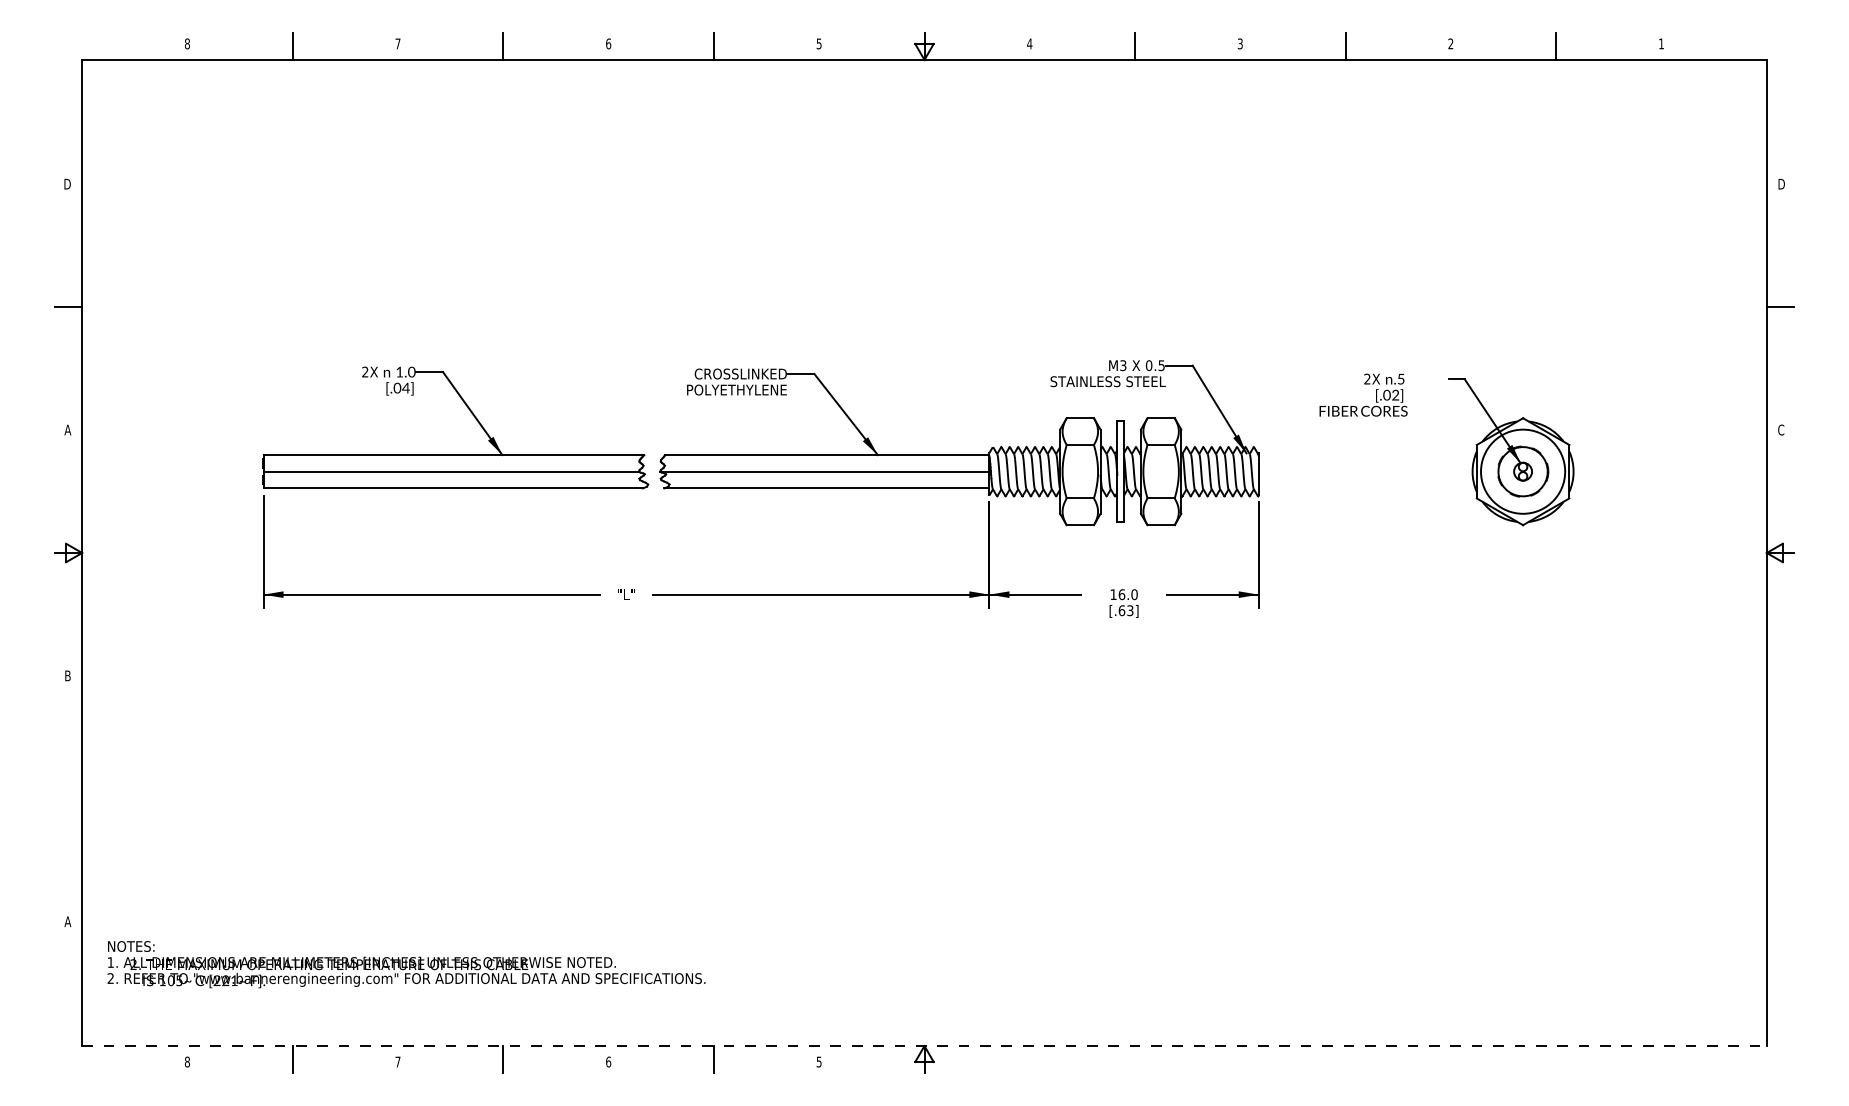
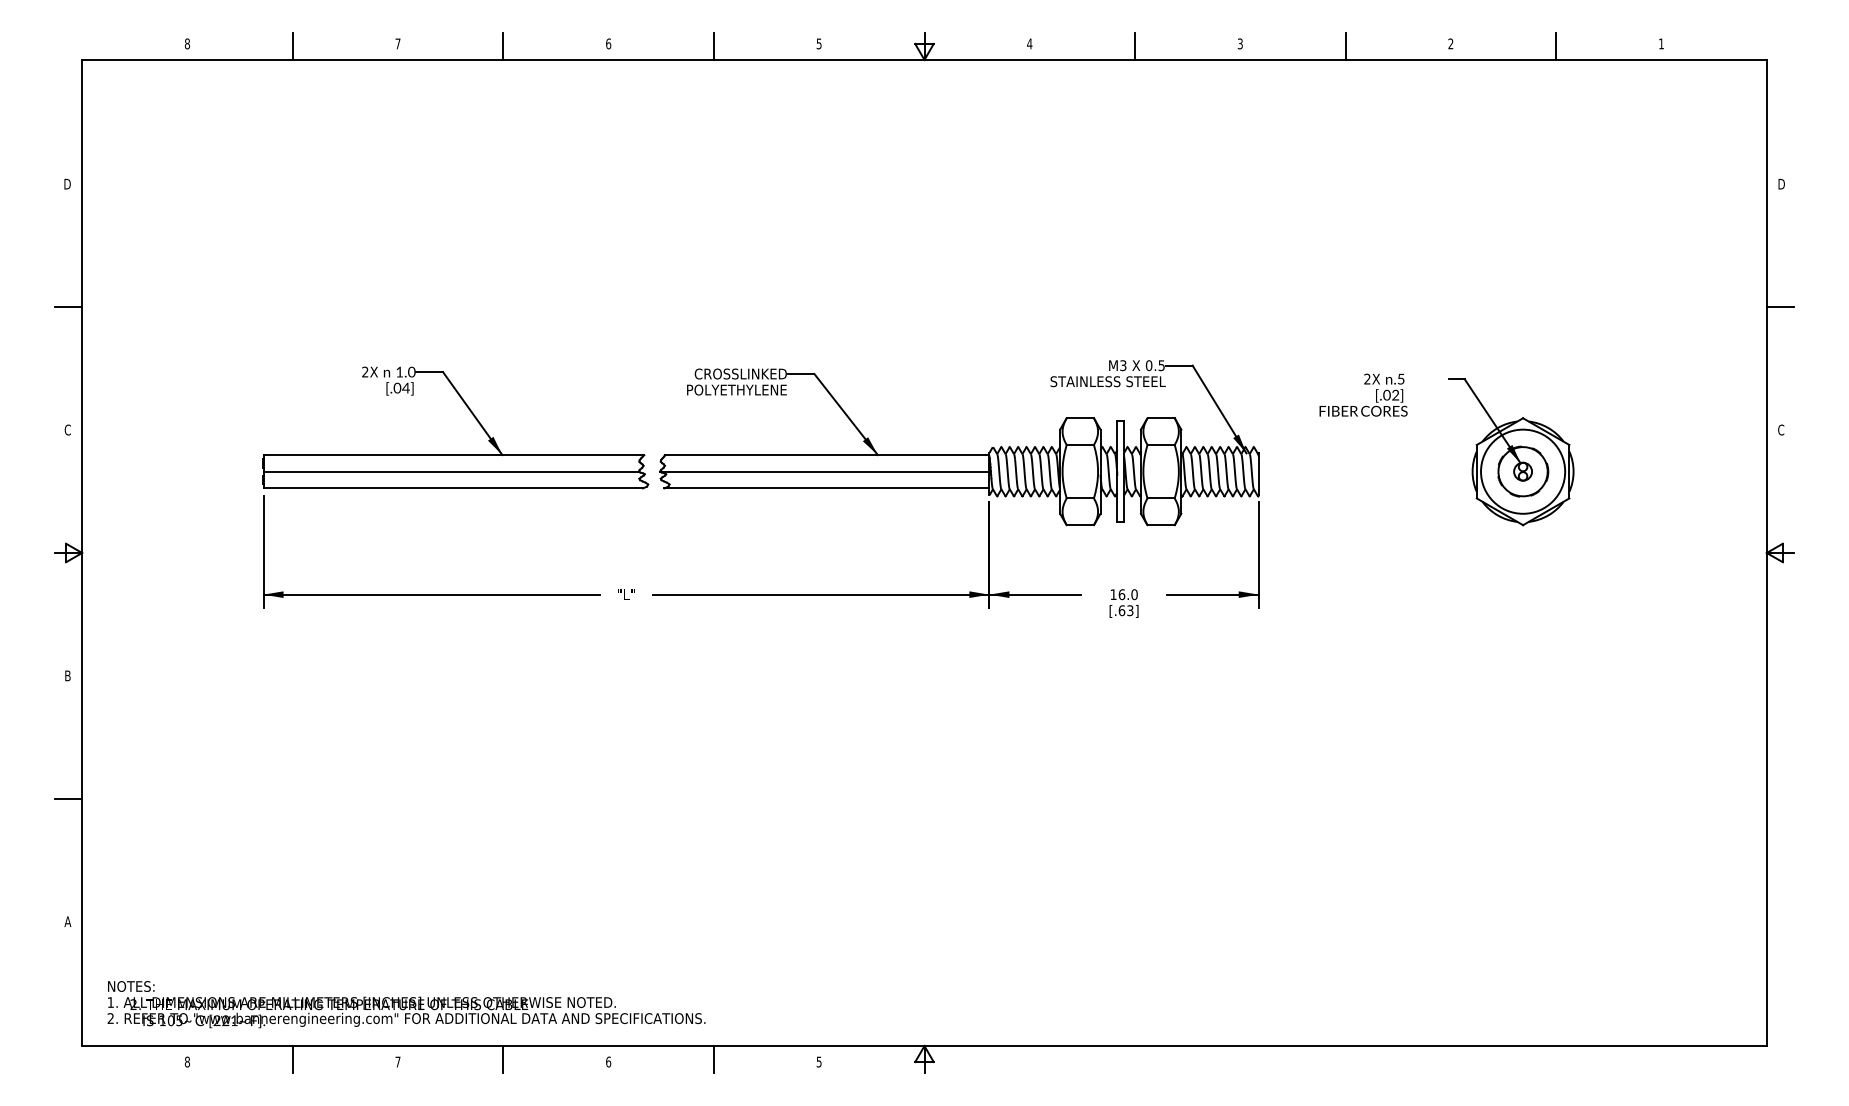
text at (67, 429): A -> C
line at (68, 798): none -> present
text at (406, 964) position: (406, 964) -> (406, 1004)
line at (924, 1046): dashed -> solid
